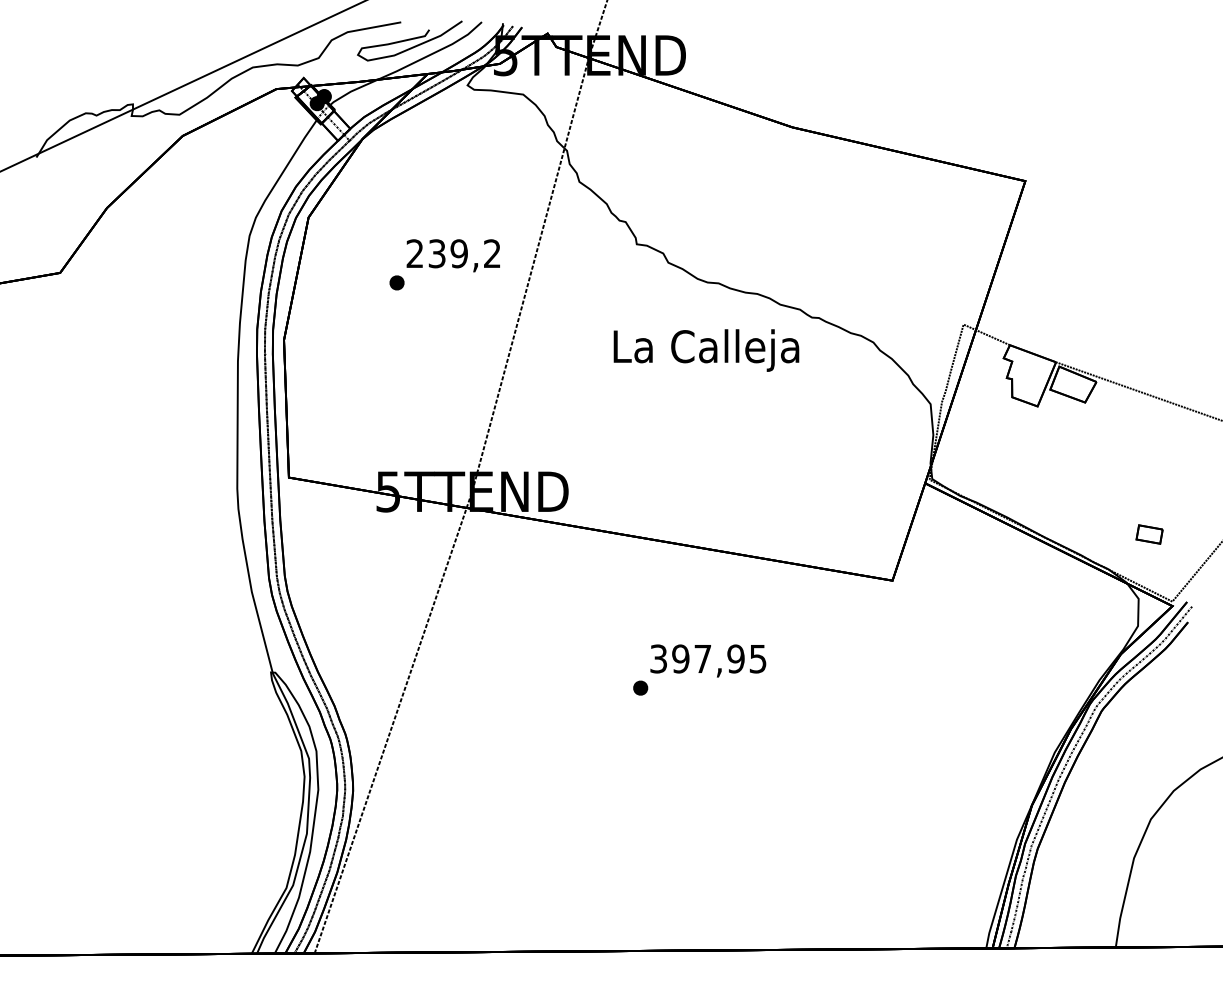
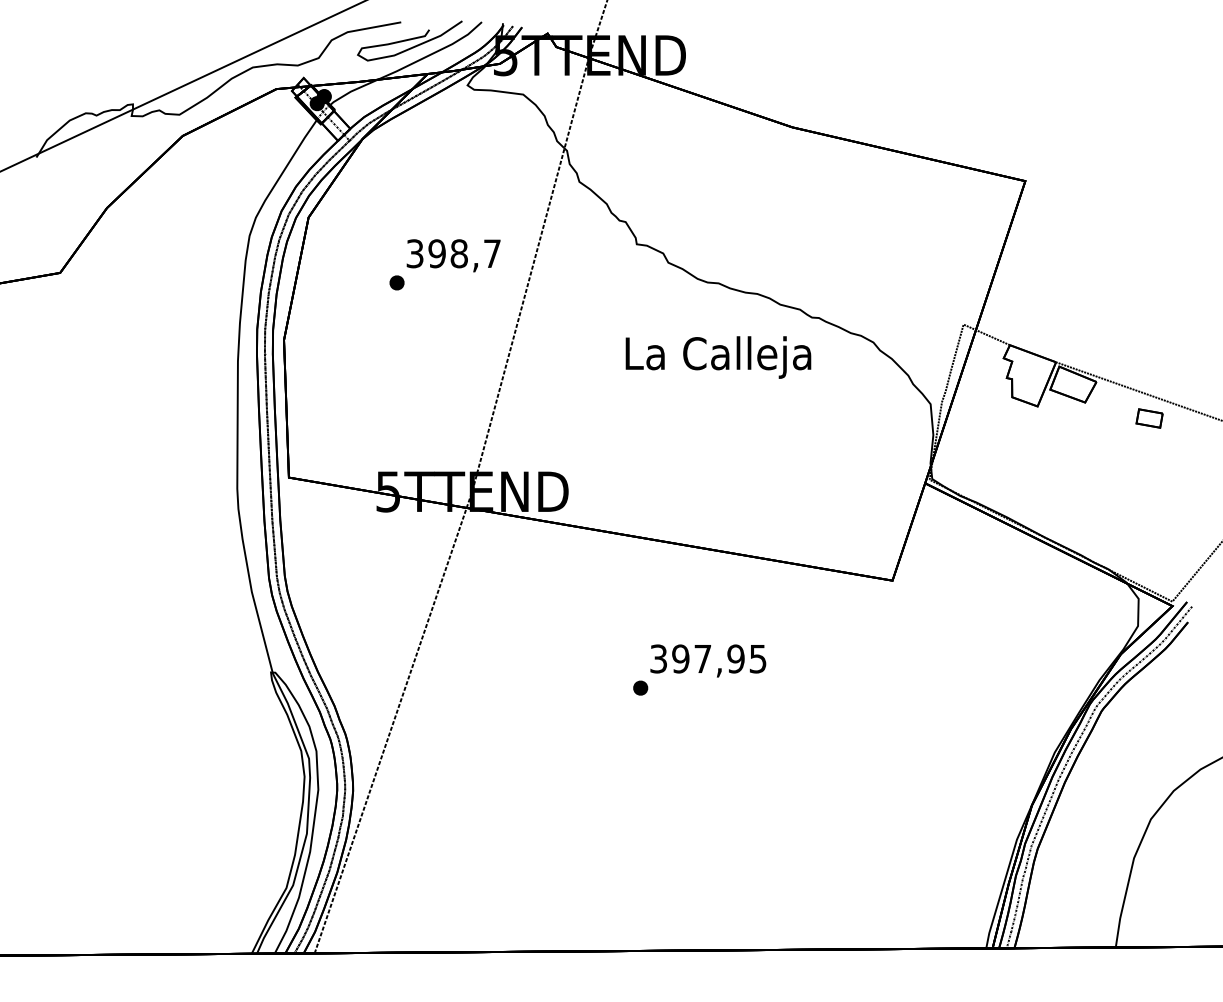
text at (453, 253): 239,2 -> 398,7
text at (706, 350) position: (706, 350) -> (718, 357)
part at (1149, 534) position: (1149, 534) -> (1149, 418)
